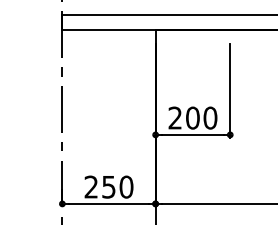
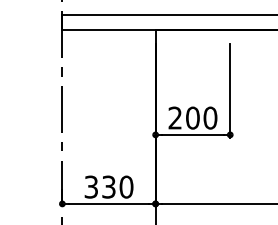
text at (99, 186): 250 -> 330
